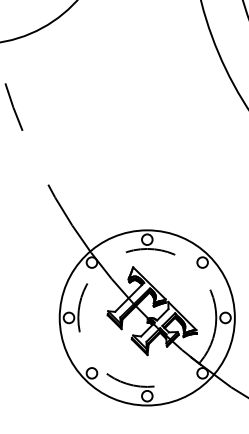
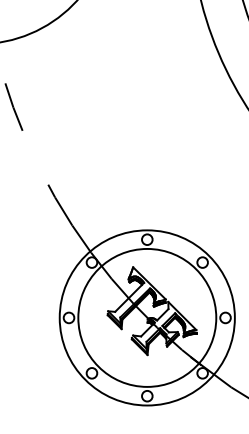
circle at (147, 317): dashed -> solid
